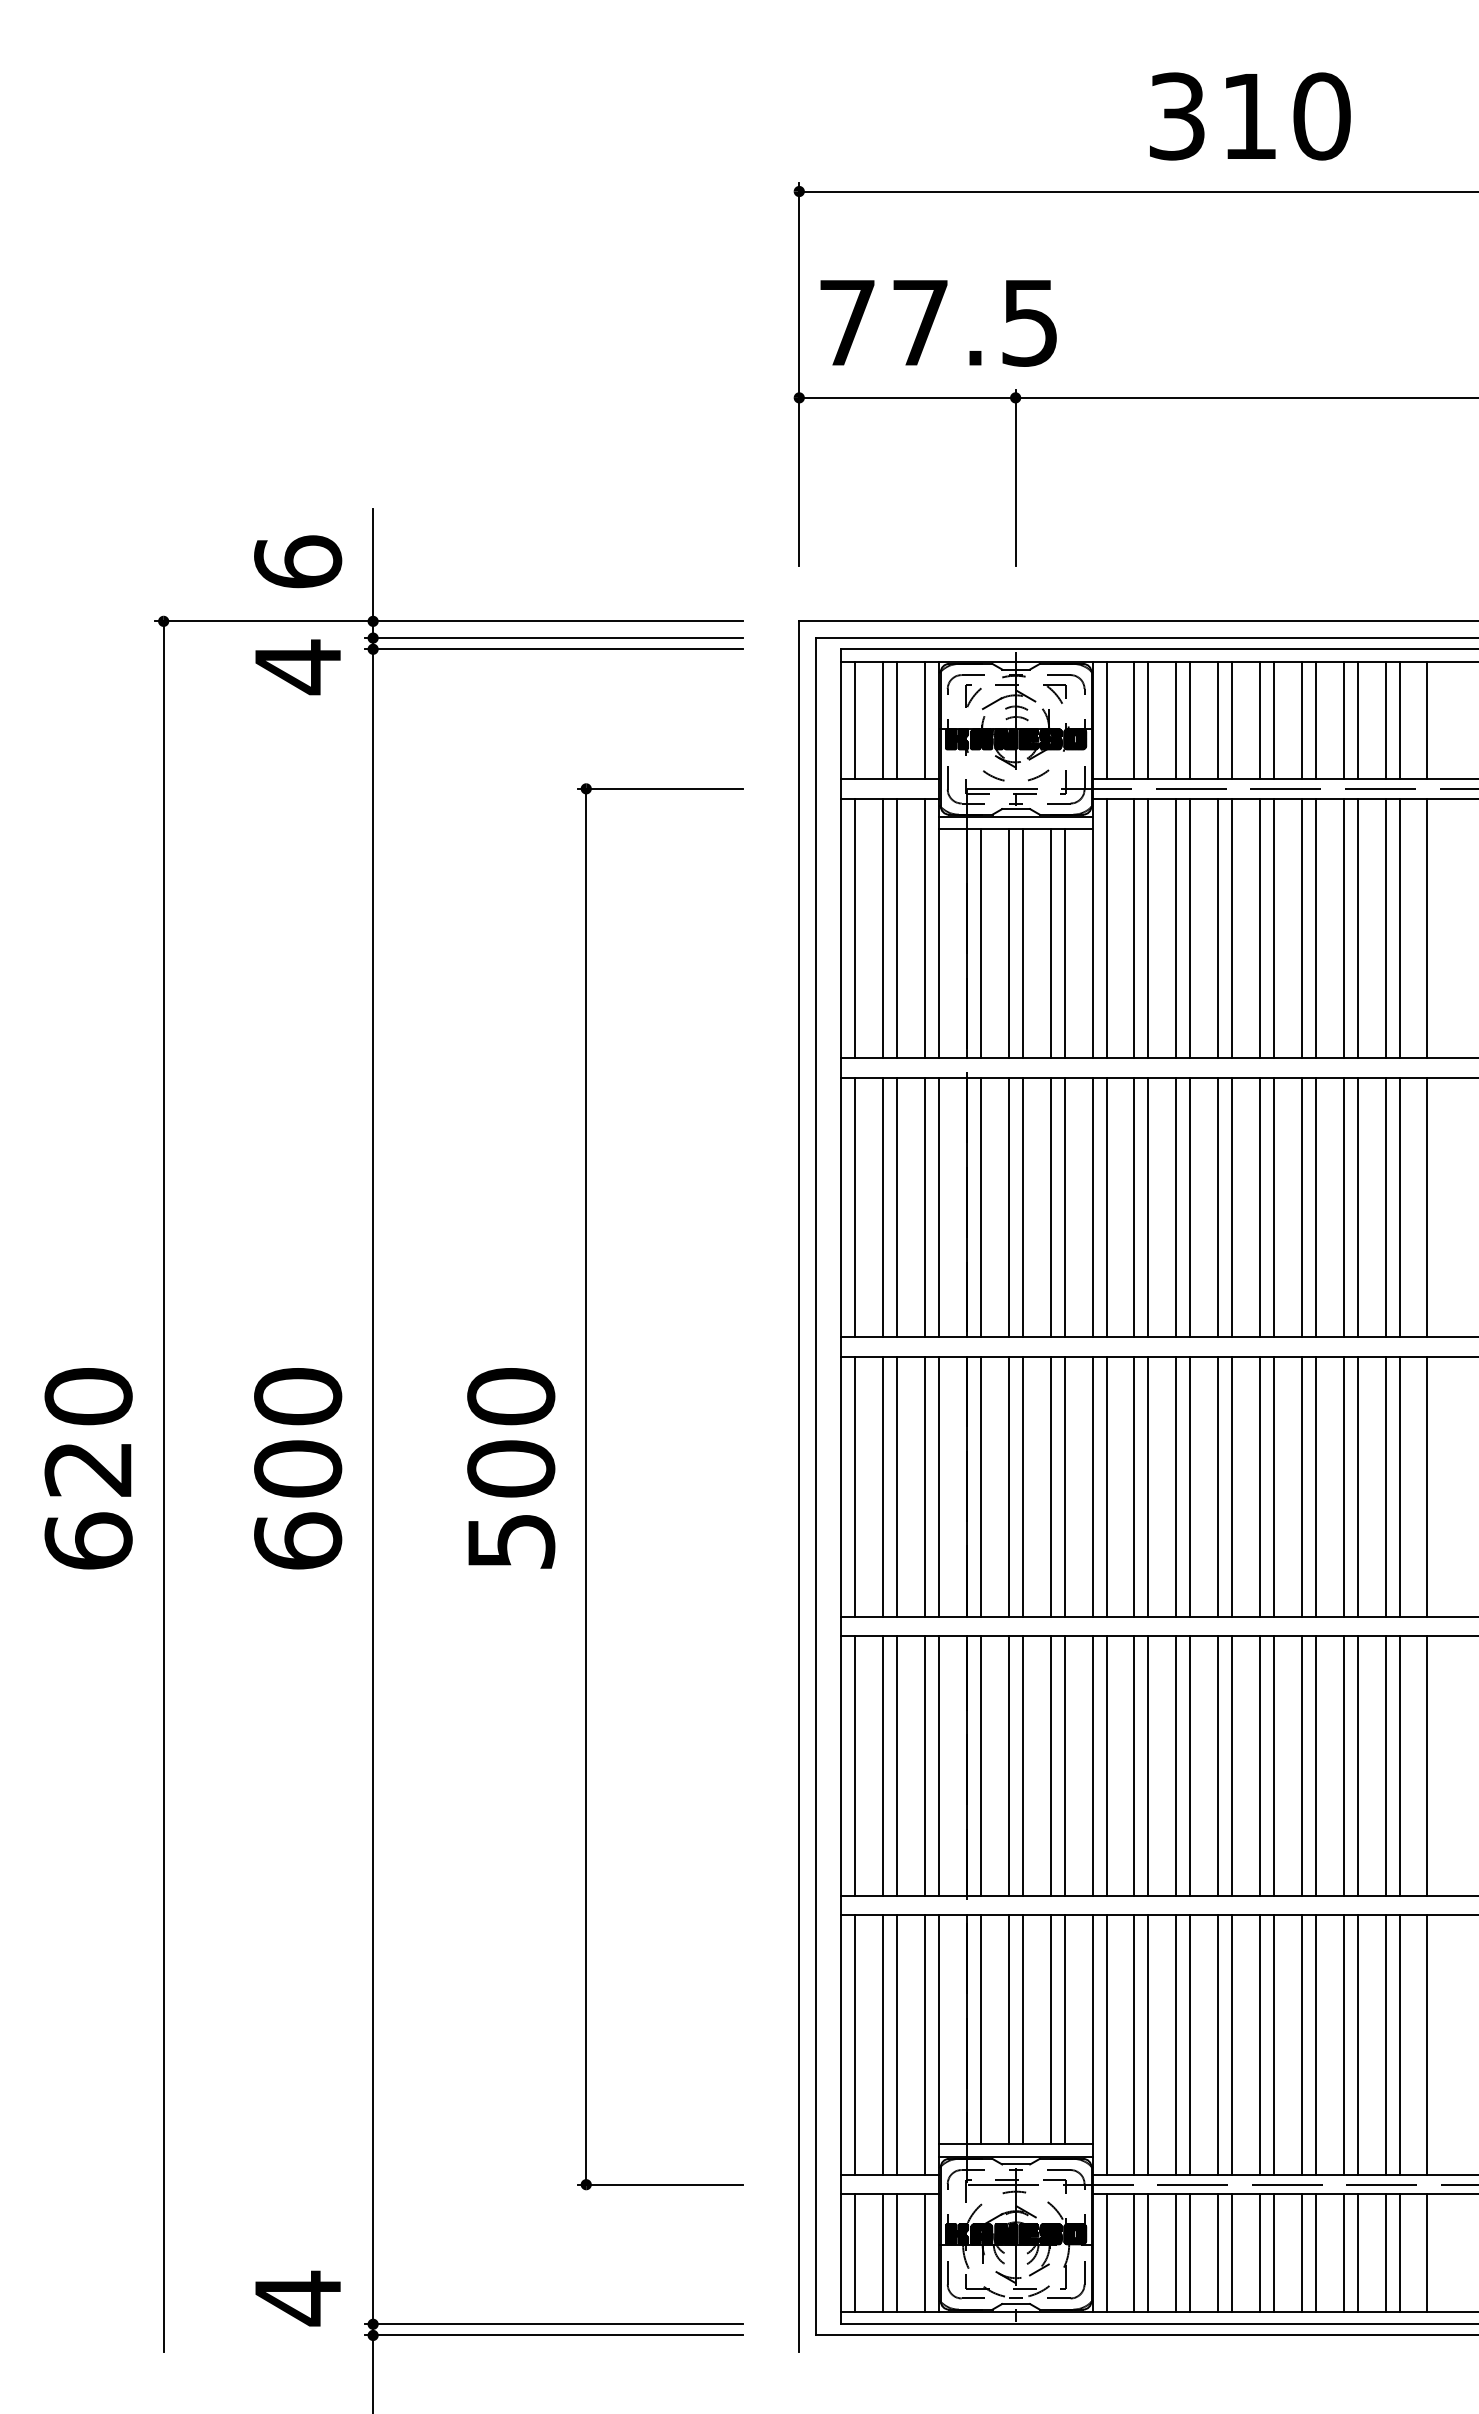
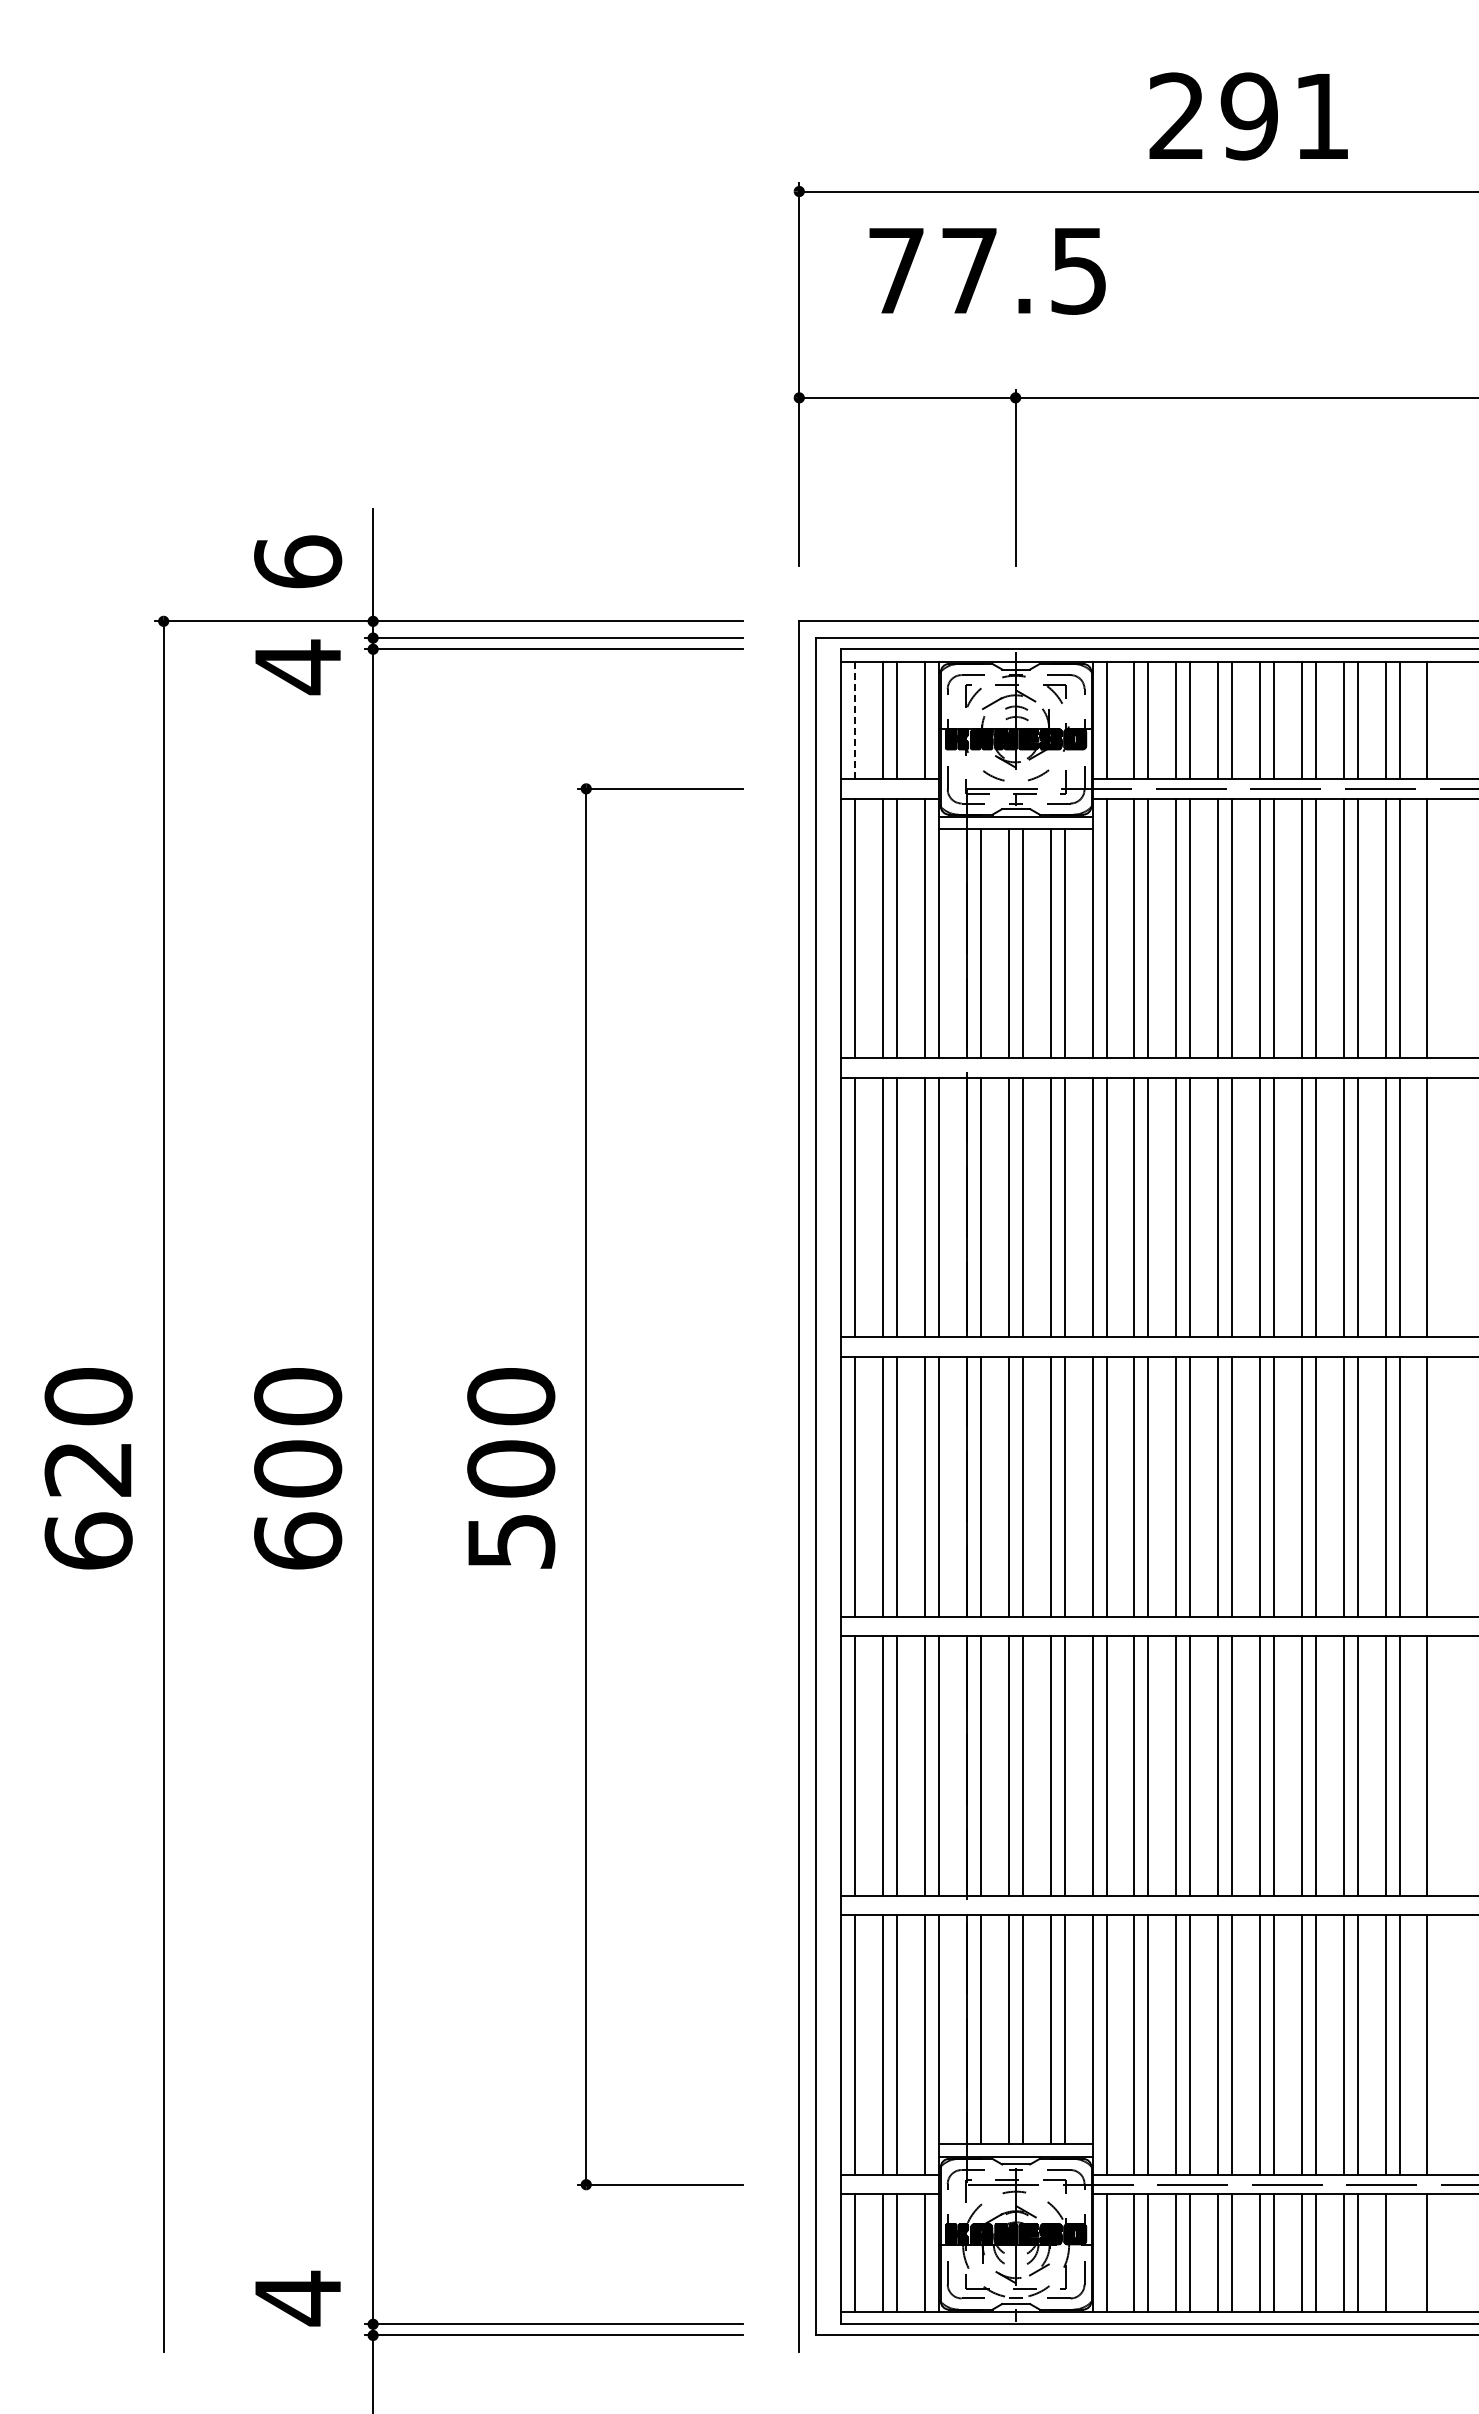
text at (1249, 116): 310 -> 291
text at (938, 323) position: (938, 323) -> (987, 271)
line at (855, 720): solid -> dashed
line at (1399, 2252): present -> none
